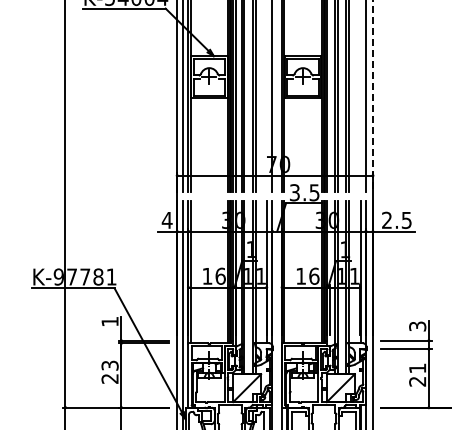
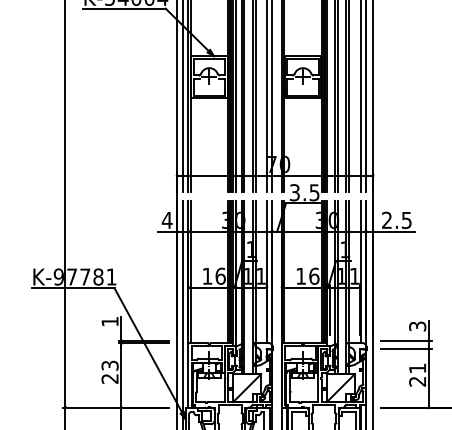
line at (372, 96): dashed -> solid
line at (266, 97): none -> present
line at (360, 97): none -> present
